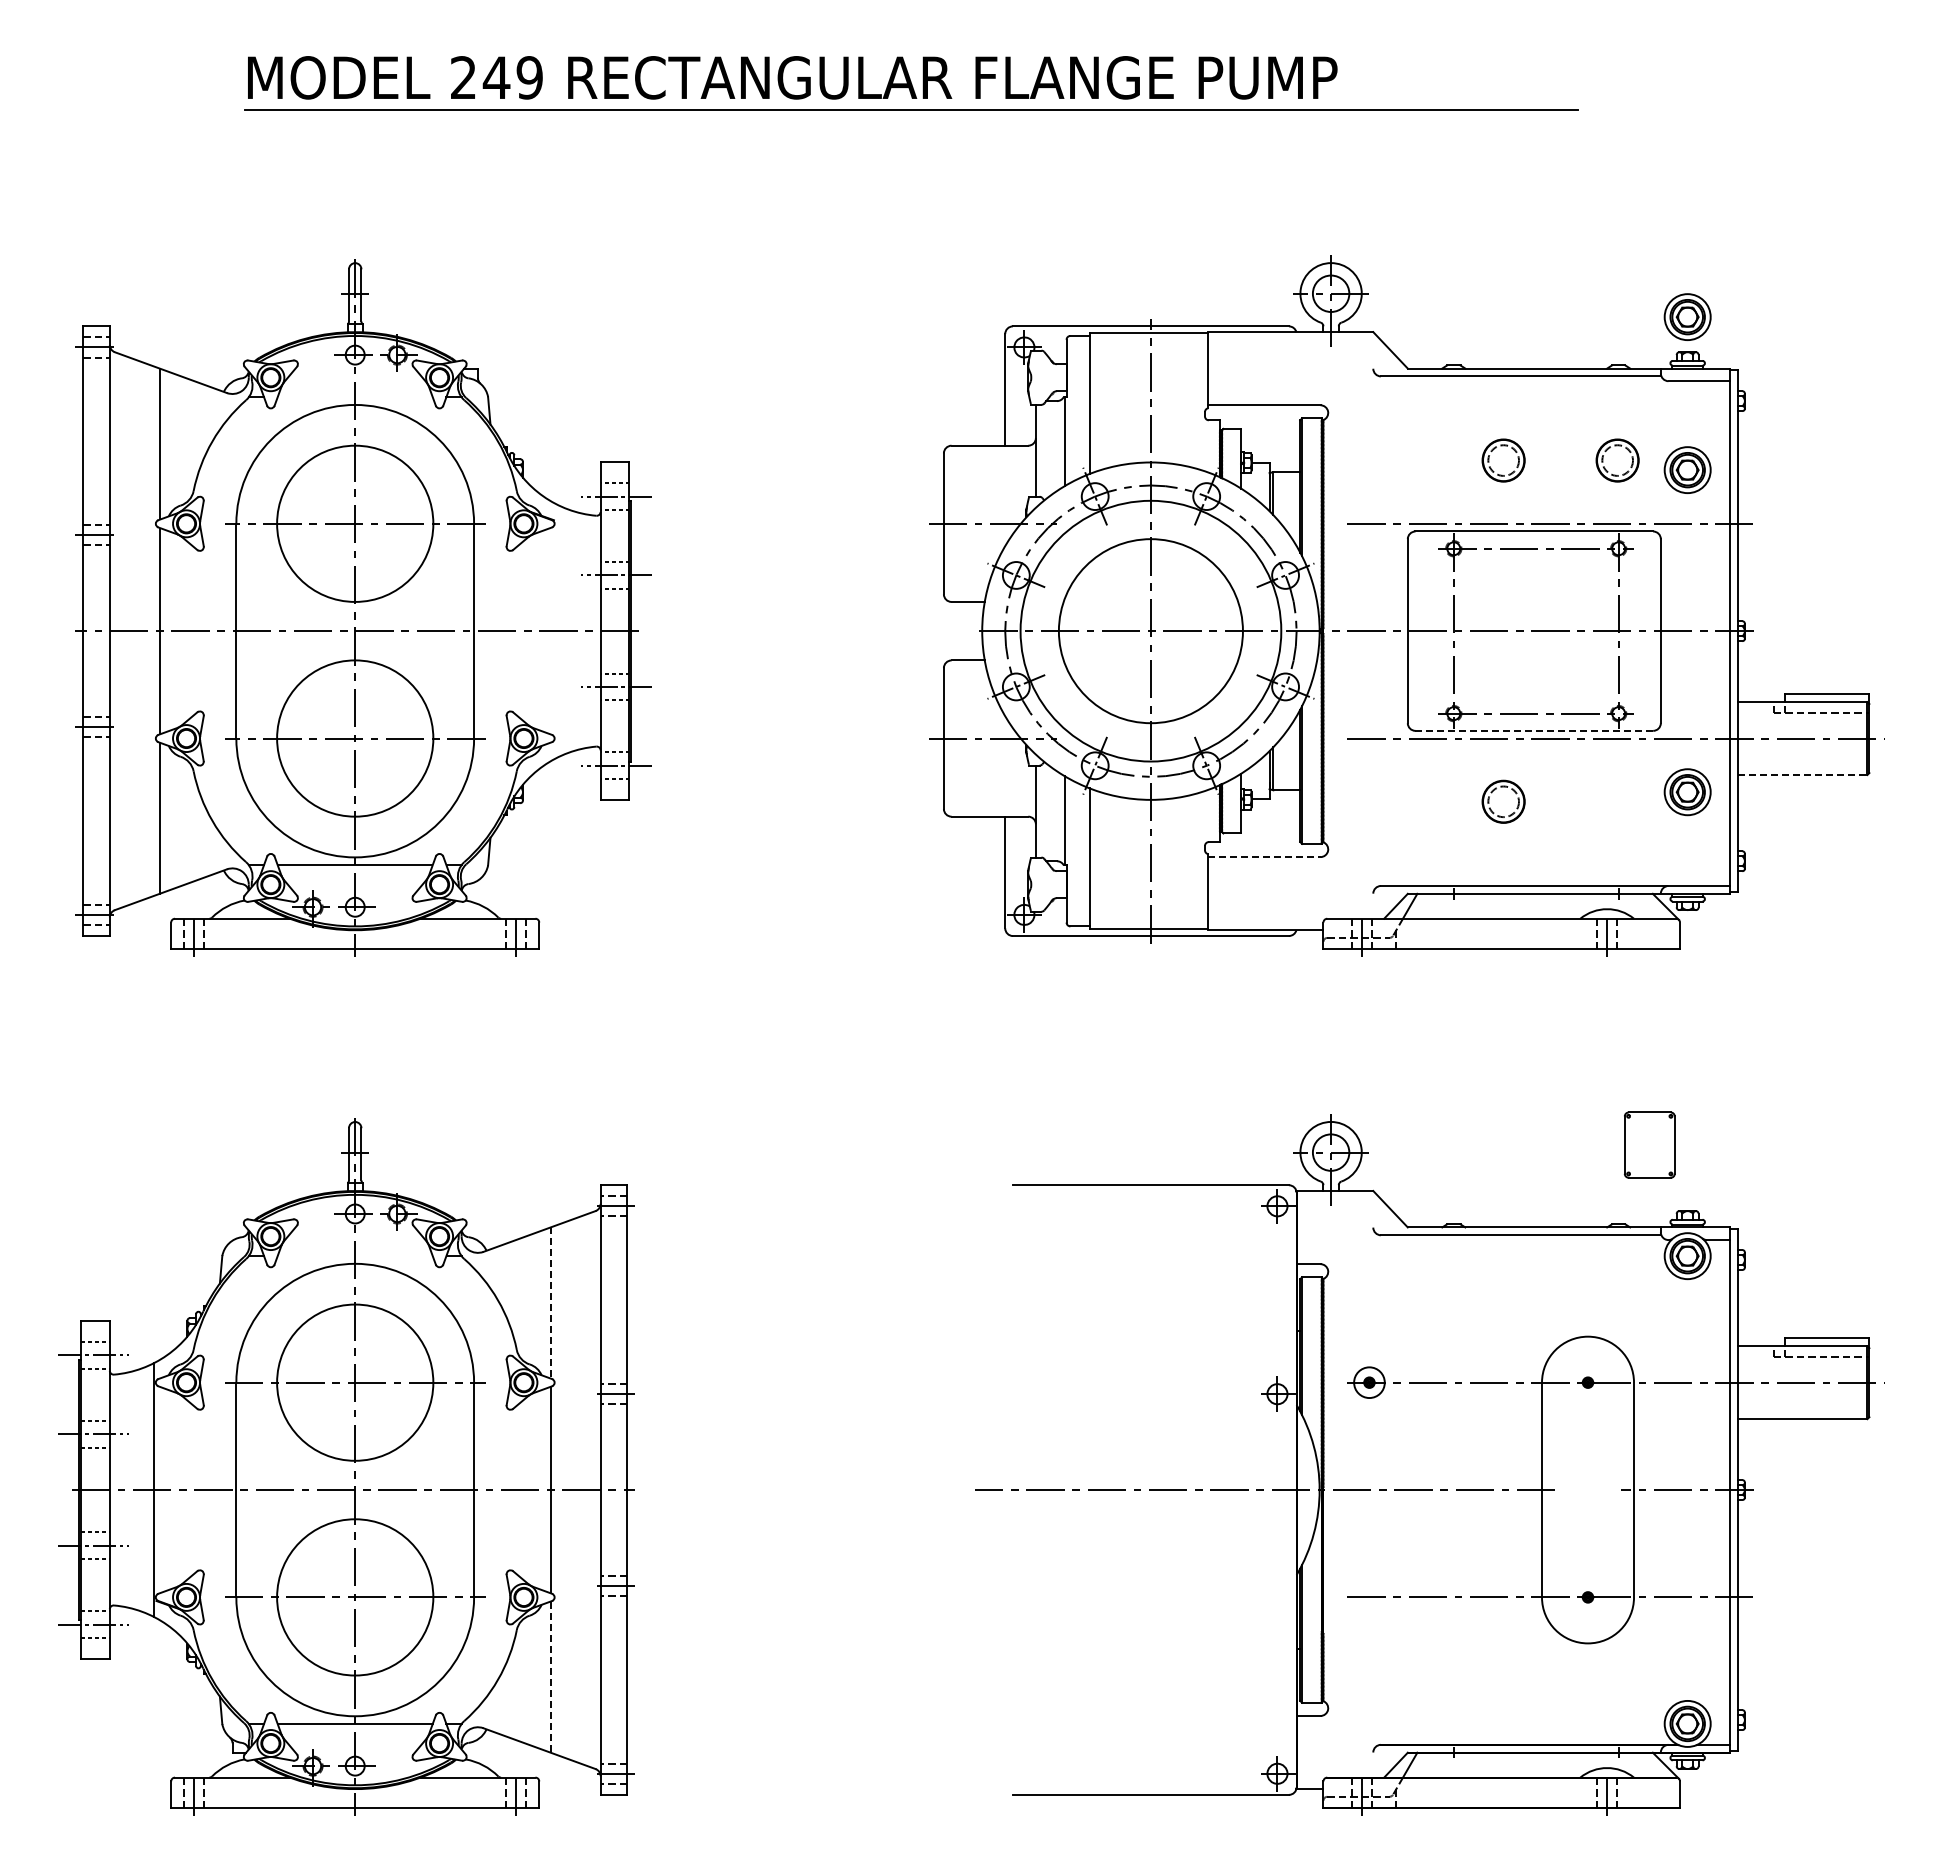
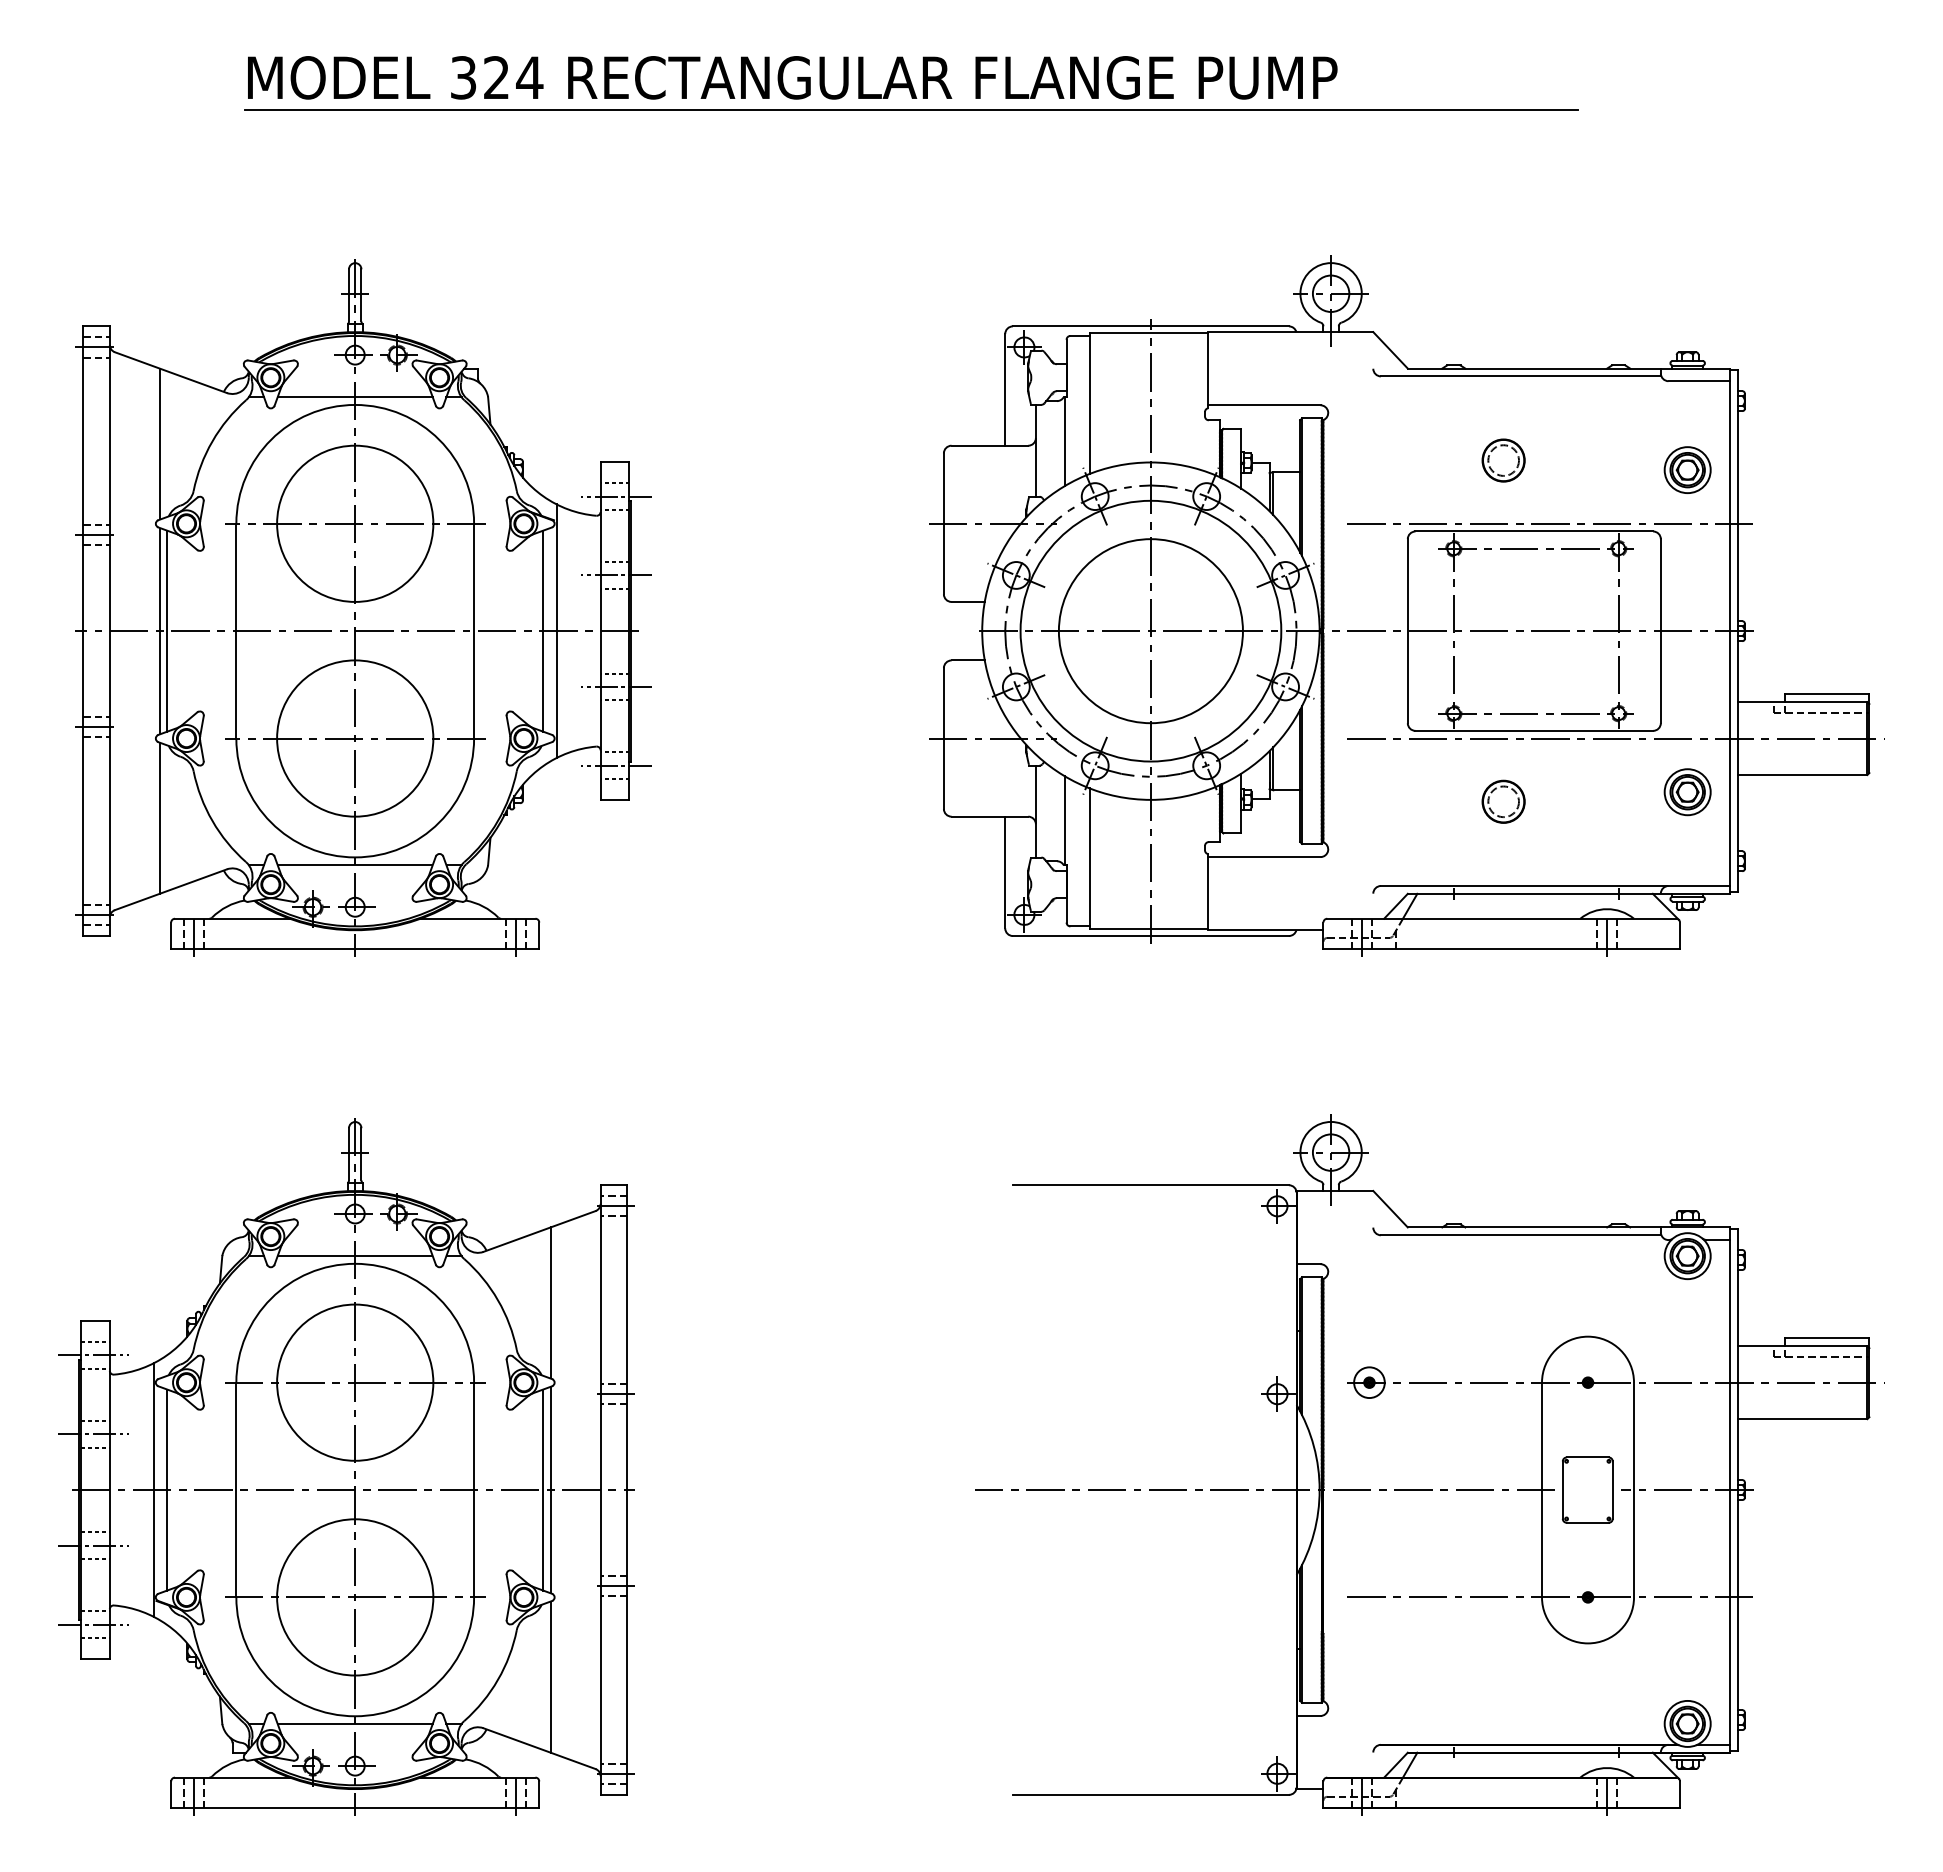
text at (497, 77): 249 -> 324
part at (1687, 316): present -> none
line at (354, 397): none -> present
part at (1617, 460): present -> none
line at (167, 630): none -> present
line at (543, 630): none -> present
line at (556, 631): none -> present
line at (1534, 730): dashed -> solid
line at (1802, 774): dashed -> solid
line at (1264, 857): dashed -> solid
part at (1649, 1144) position: (1649, 1144) -> (1587, 1489)
line at (355, 1256): none -> present
line at (550, 1303): dashed -> solid
line at (167, 1489): none -> present
line at (543, 1489): none -> present
line at (550, 1677): dashed -> solid
